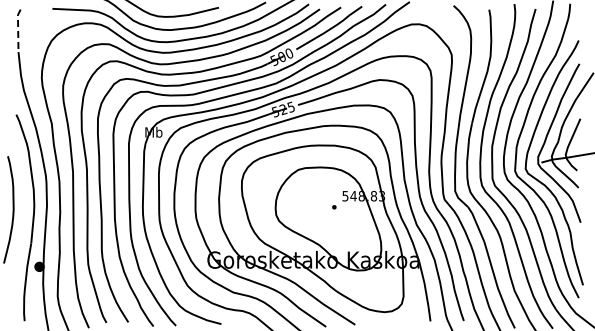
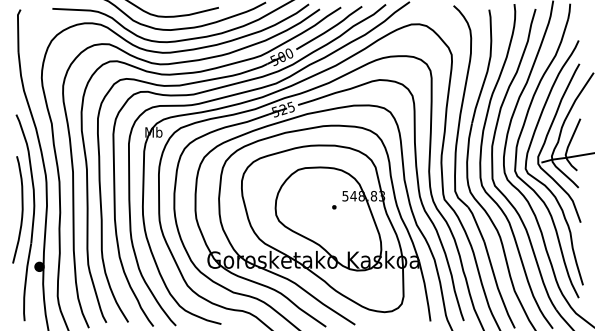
line at (18, 29): dashed -> solid
curve at (12, 209) position: (12, 209) -> (21, 209)
